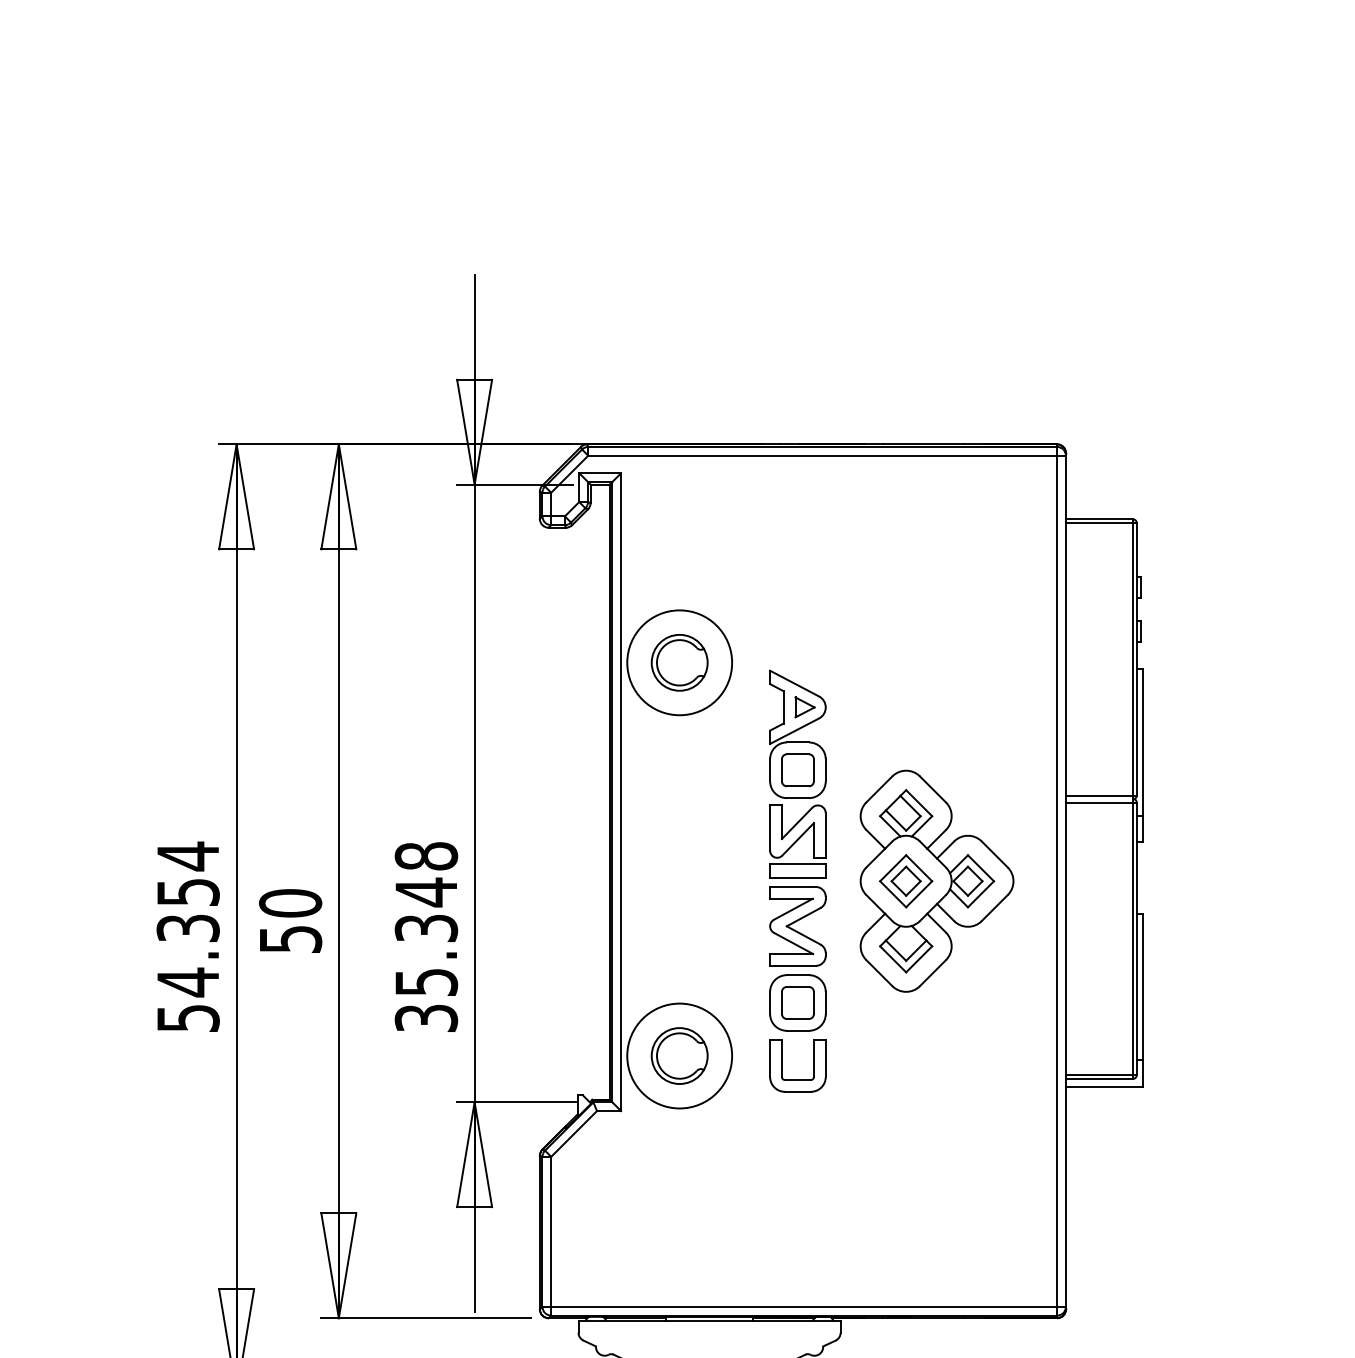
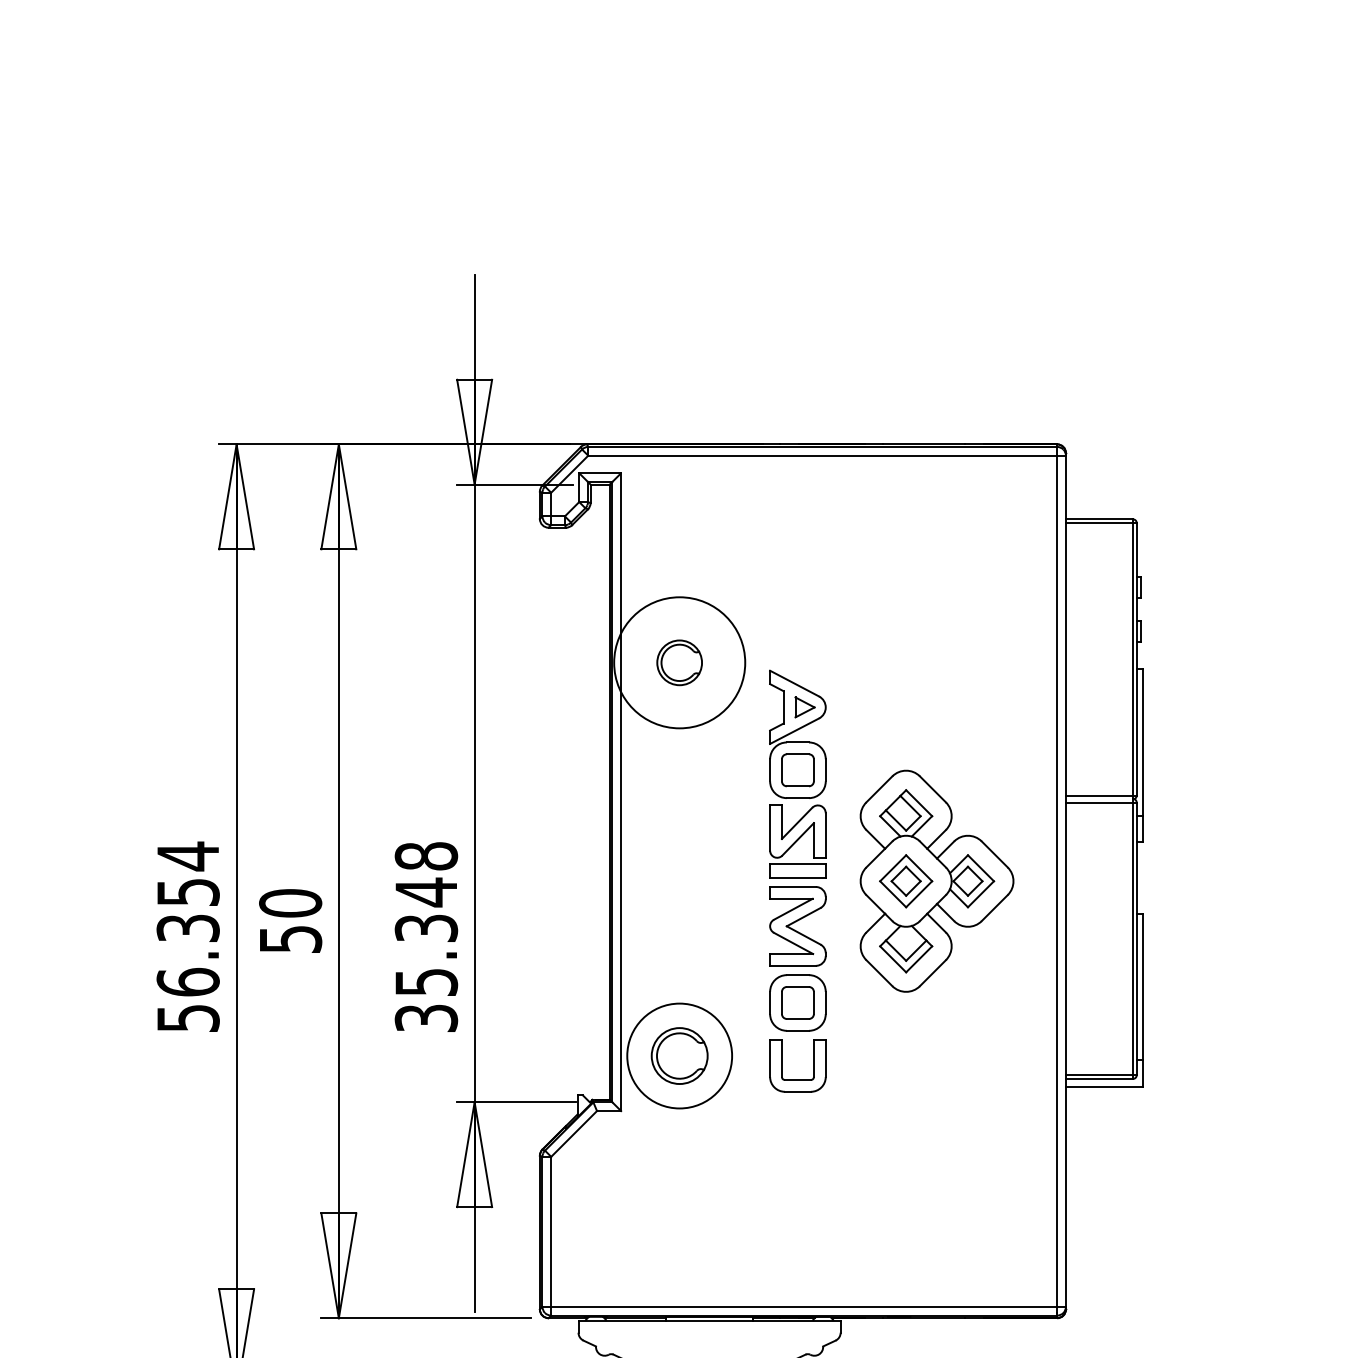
circle at (679, 662) diameter: 105 px -> 131 px
part at (679, 662) size: 59x58 px -> 47x48 px
text at (187, 982): 54.354 -> 56.354
